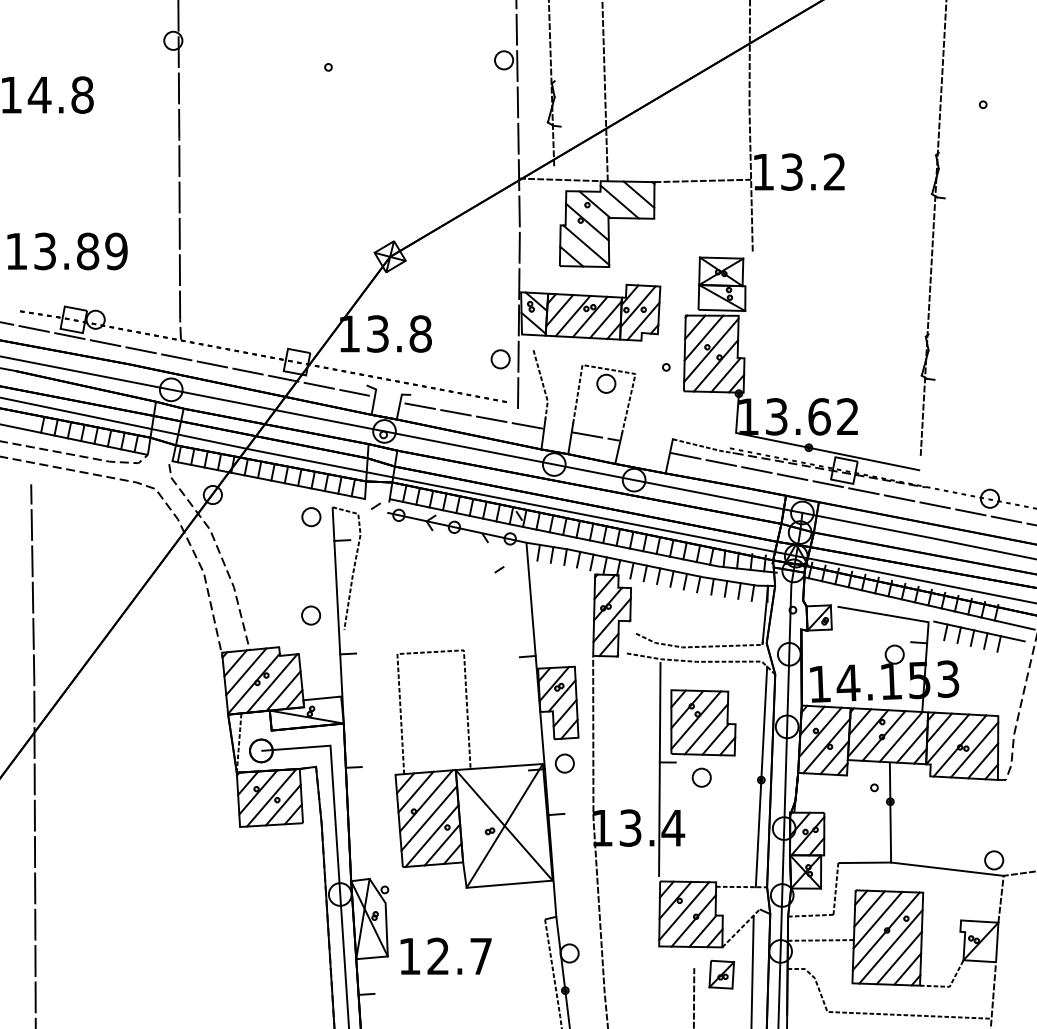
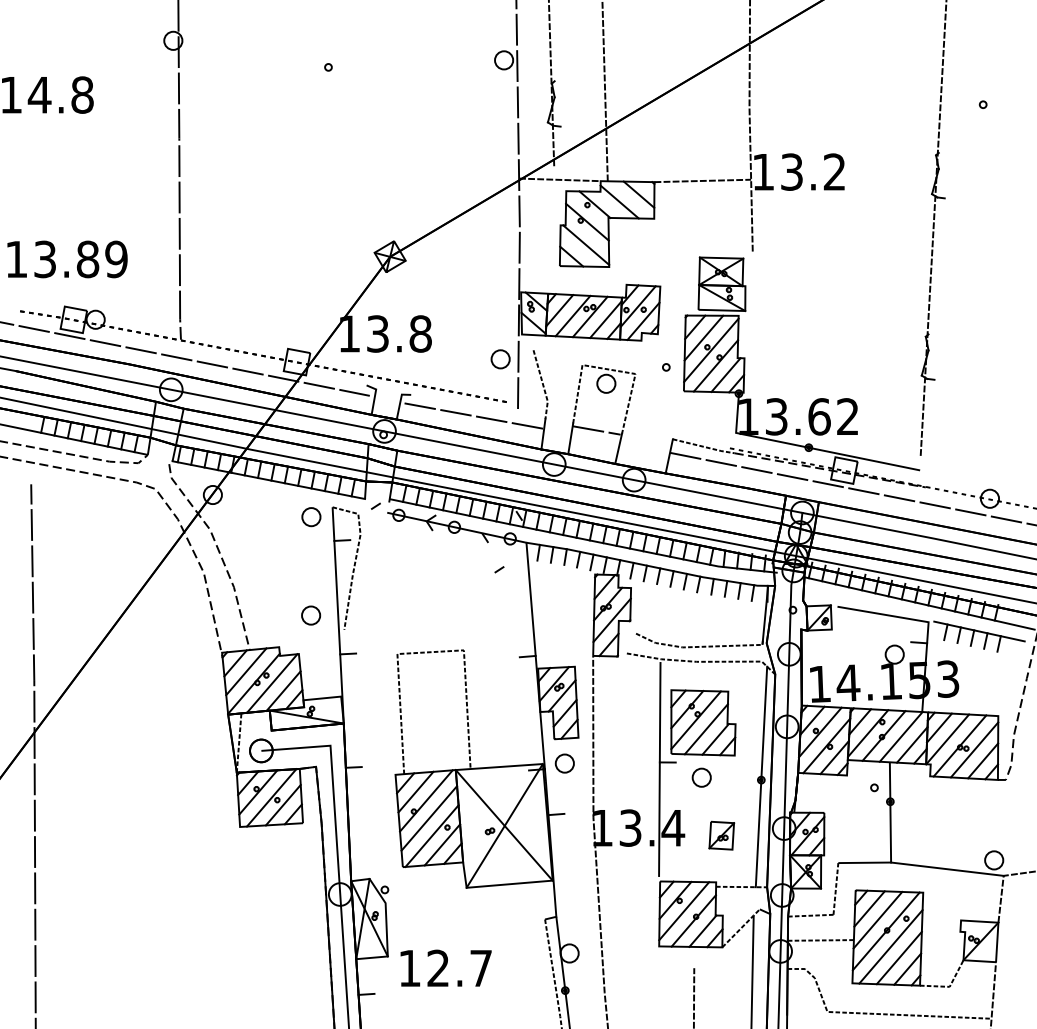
text at (67, 251) position: (67, 251) -> (67, 259)
line at (595, 436) position: (595, 436) -> (596, 430)
text at (445, 955) position: (445, 955) -> (445, 967)
part at (721, 974) position: (721, 974) -> (721, 835)
